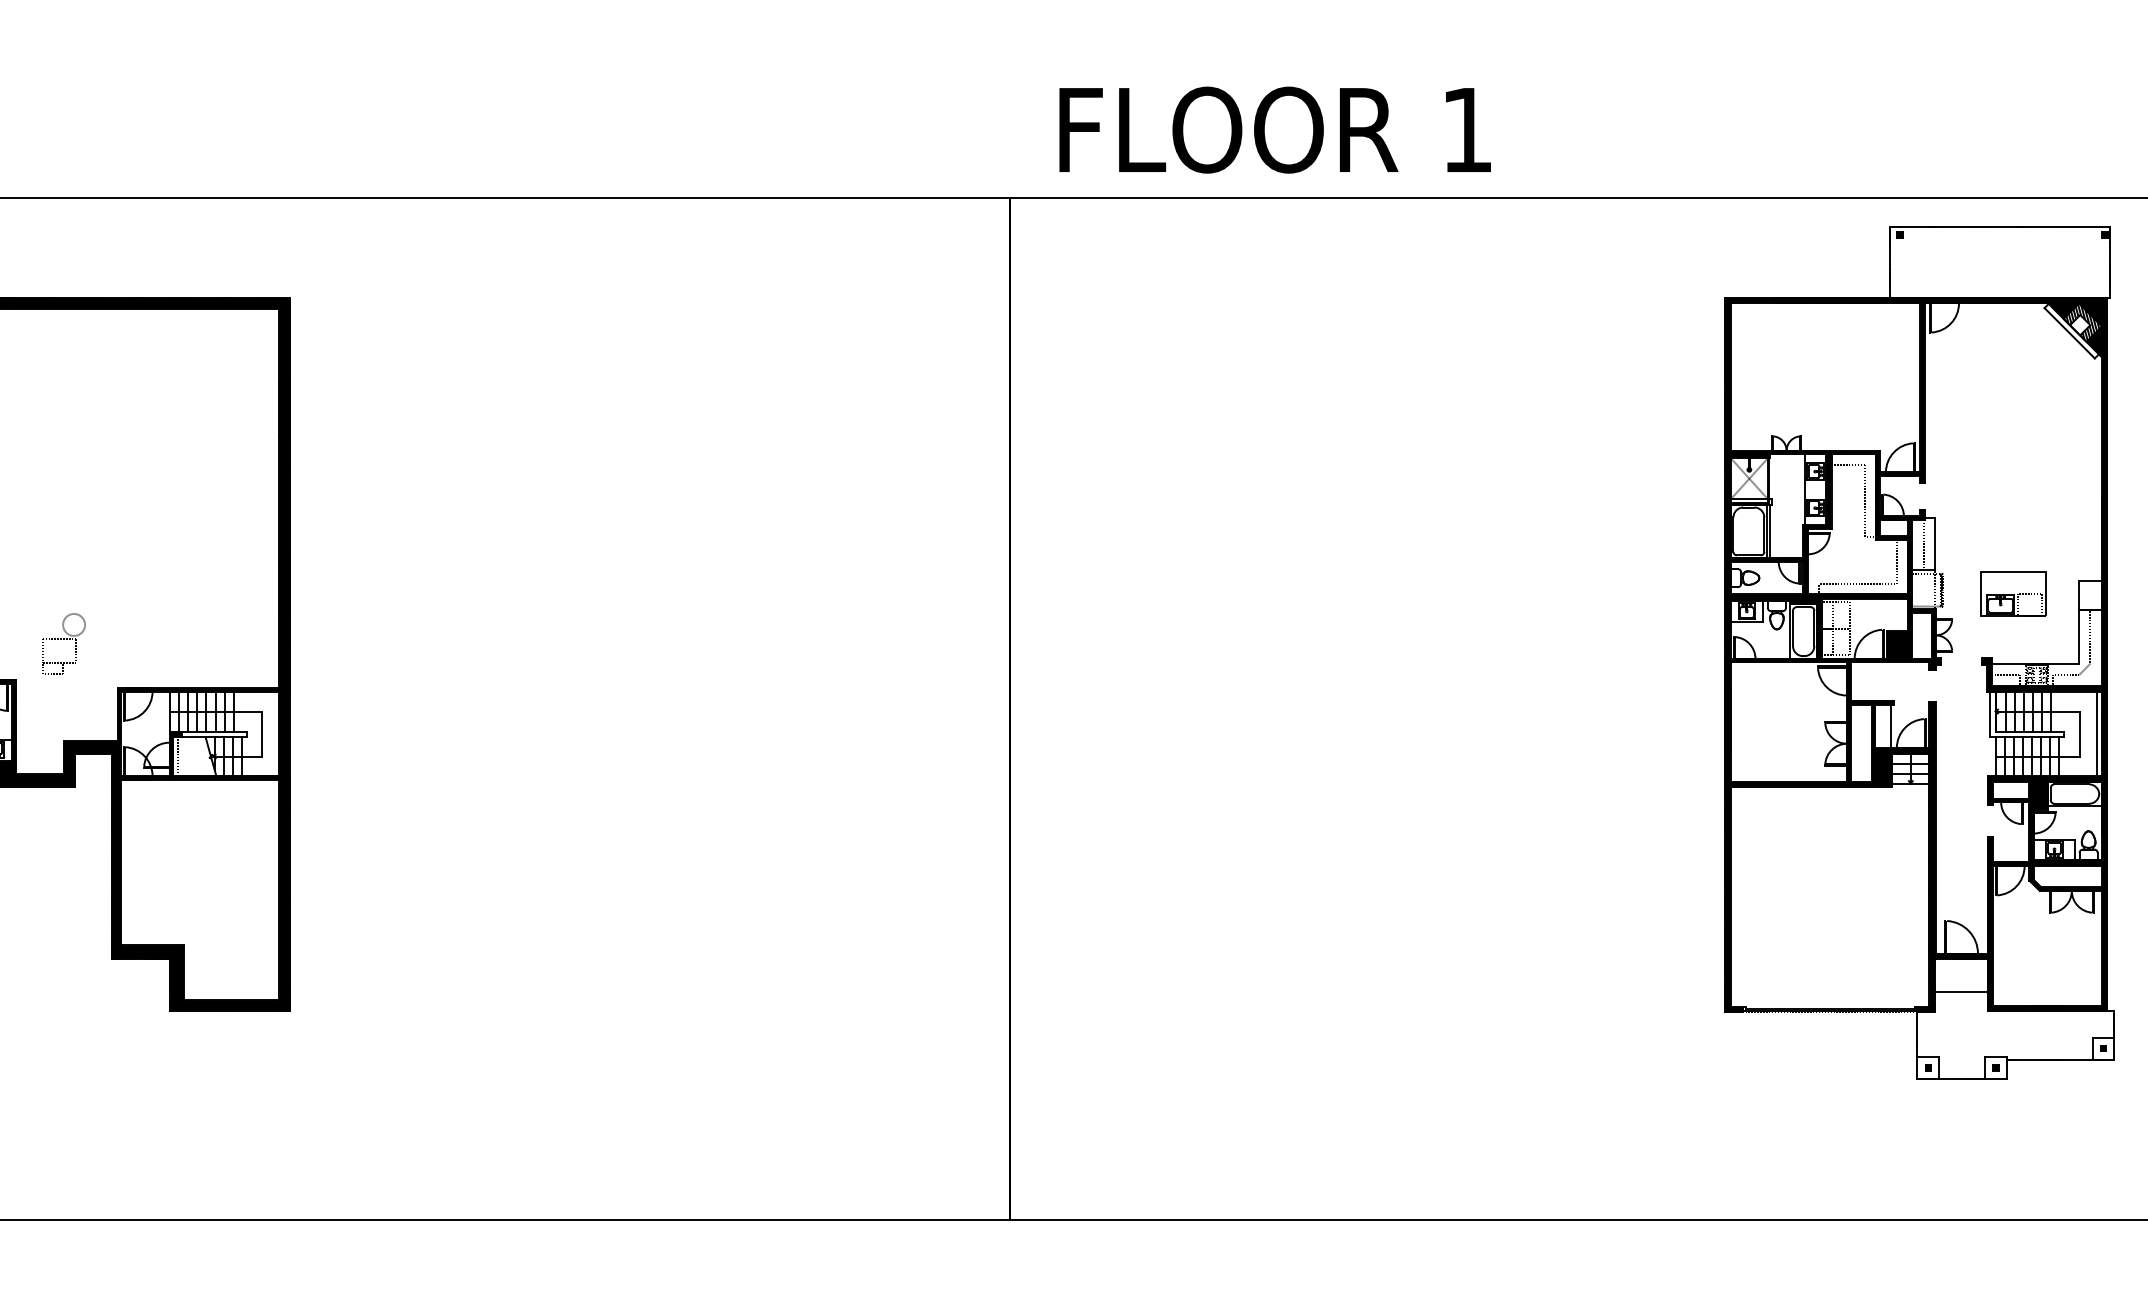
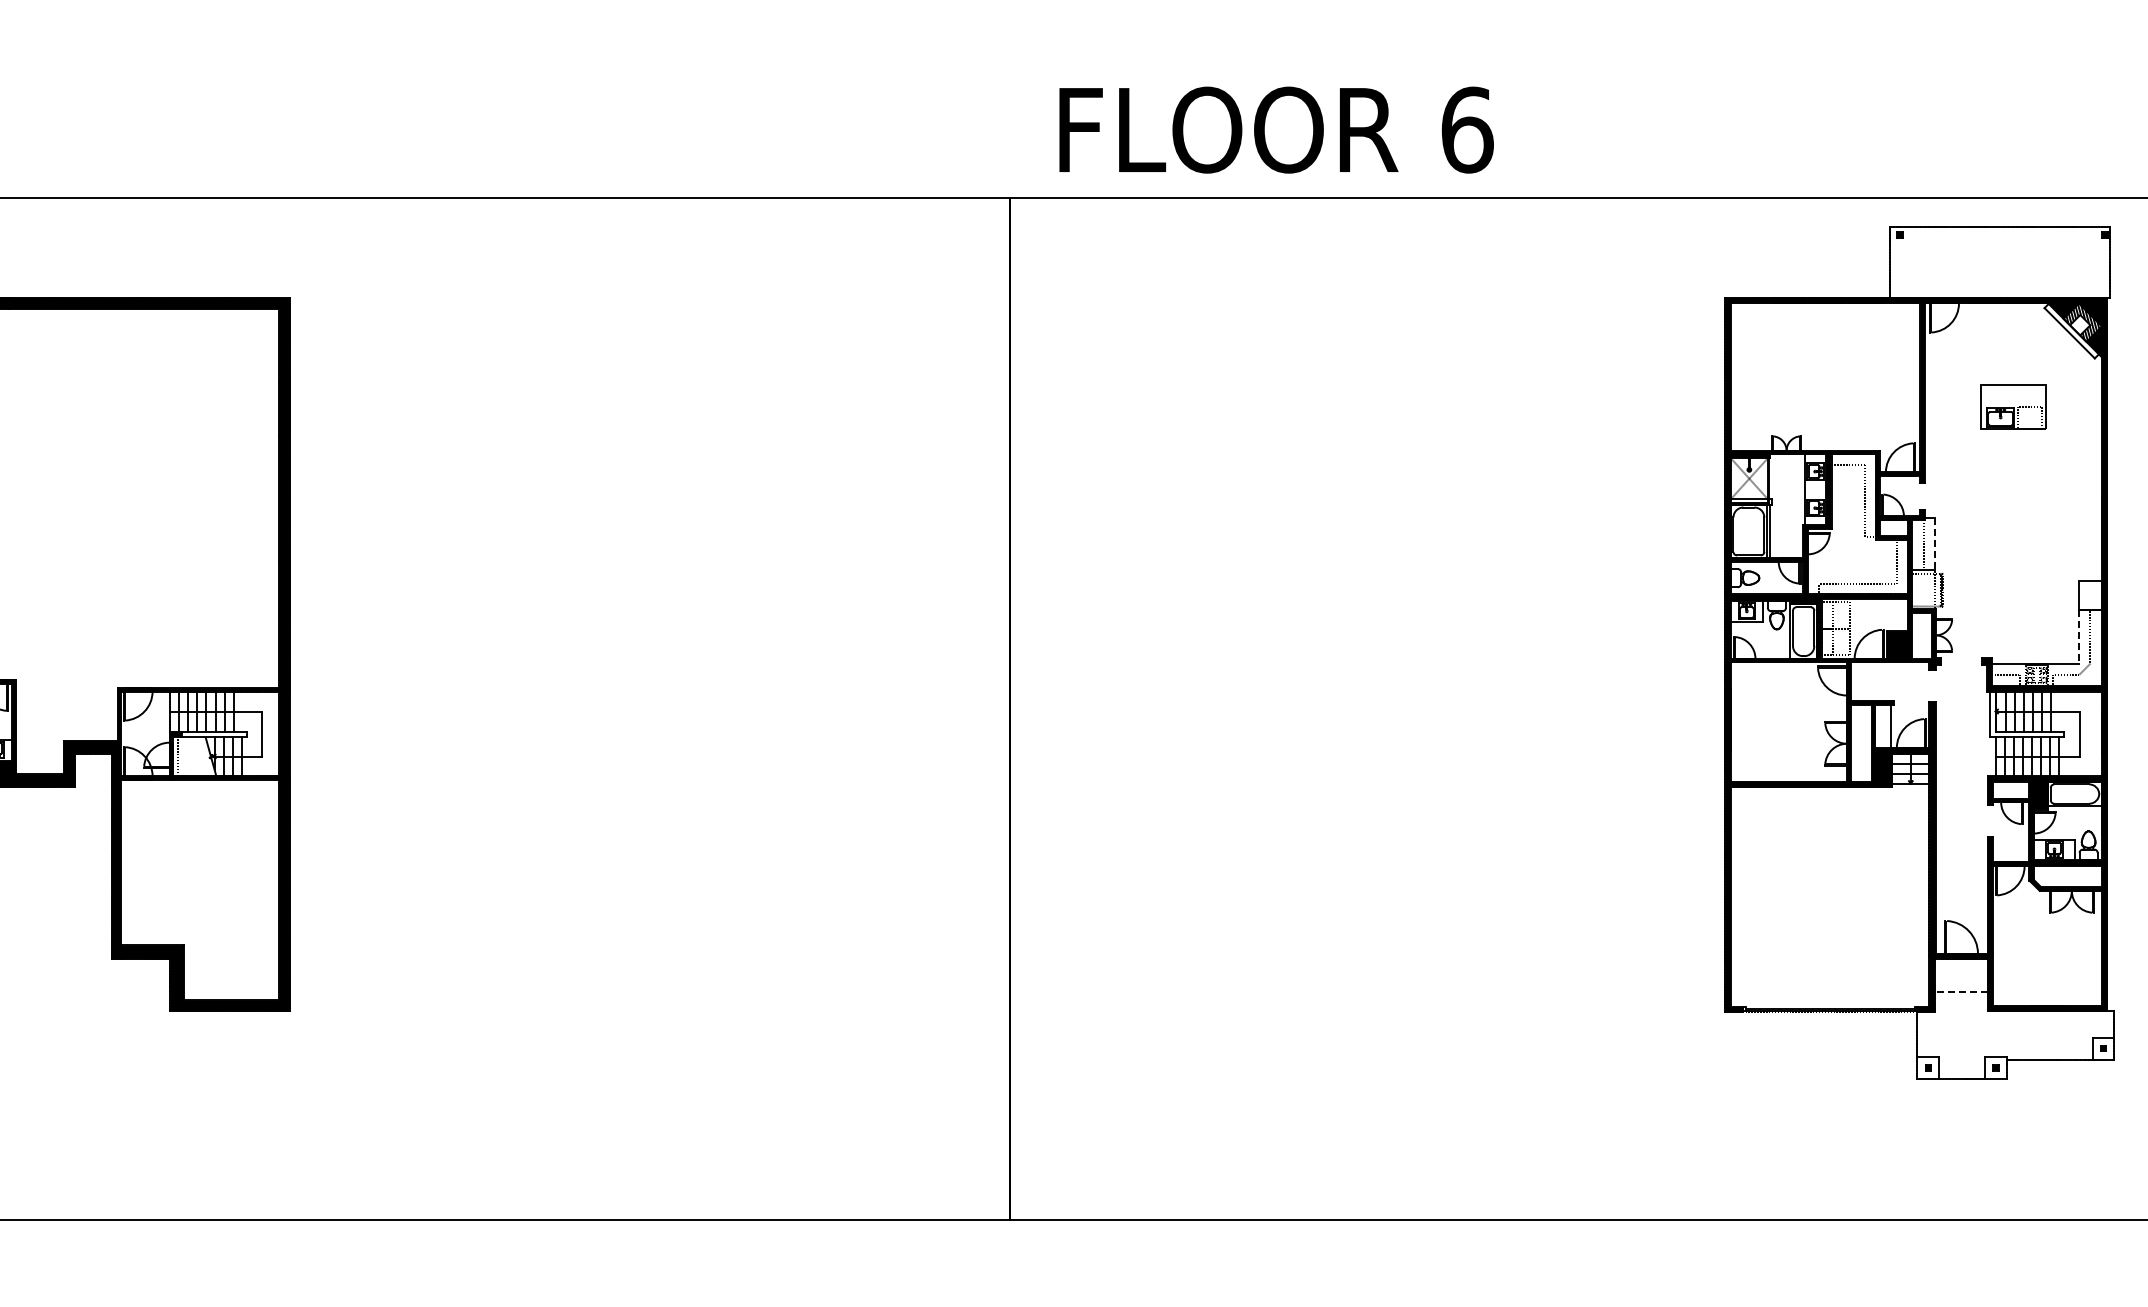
text at (1467, 129): 1 -> 6
line at (1934, 544): solid -> dashed
part at (2013, 593) position: (2013, 593) -> (2013, 406)
line at (2078, 636): solid -> dashed
part at (63, 643): present -> none
line at (2096, 733): present -> none
line at (1960, 991): solid -> dashed
